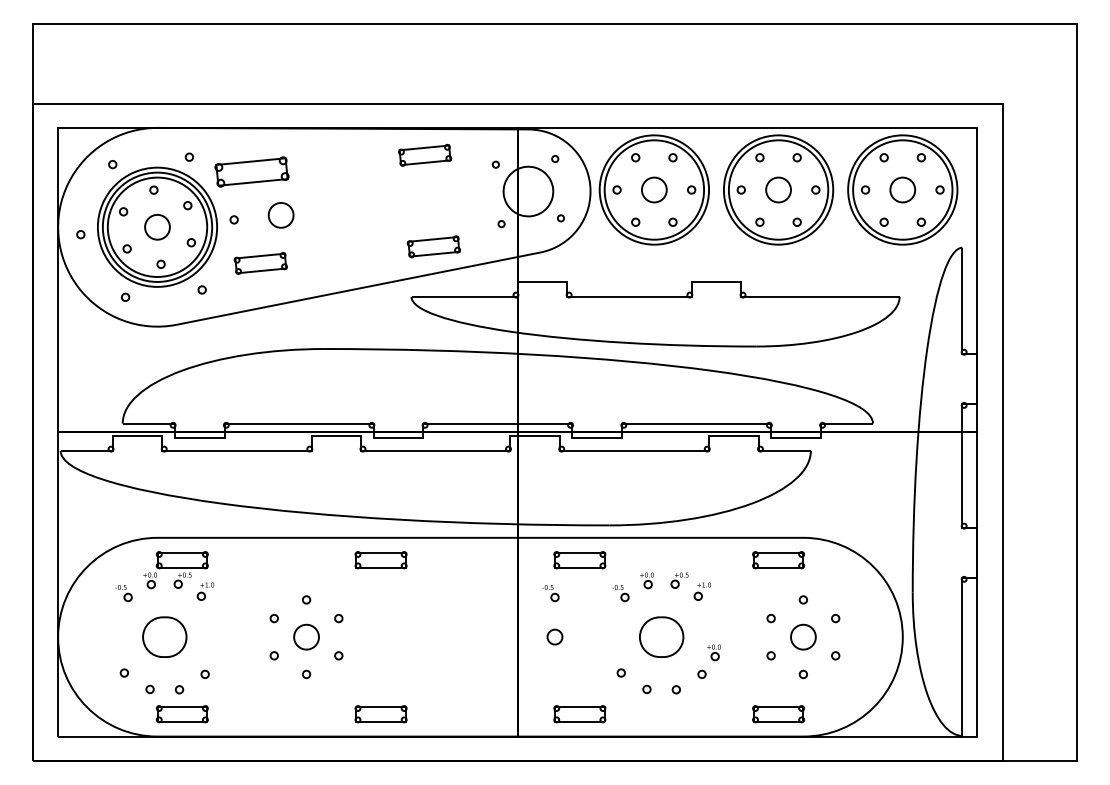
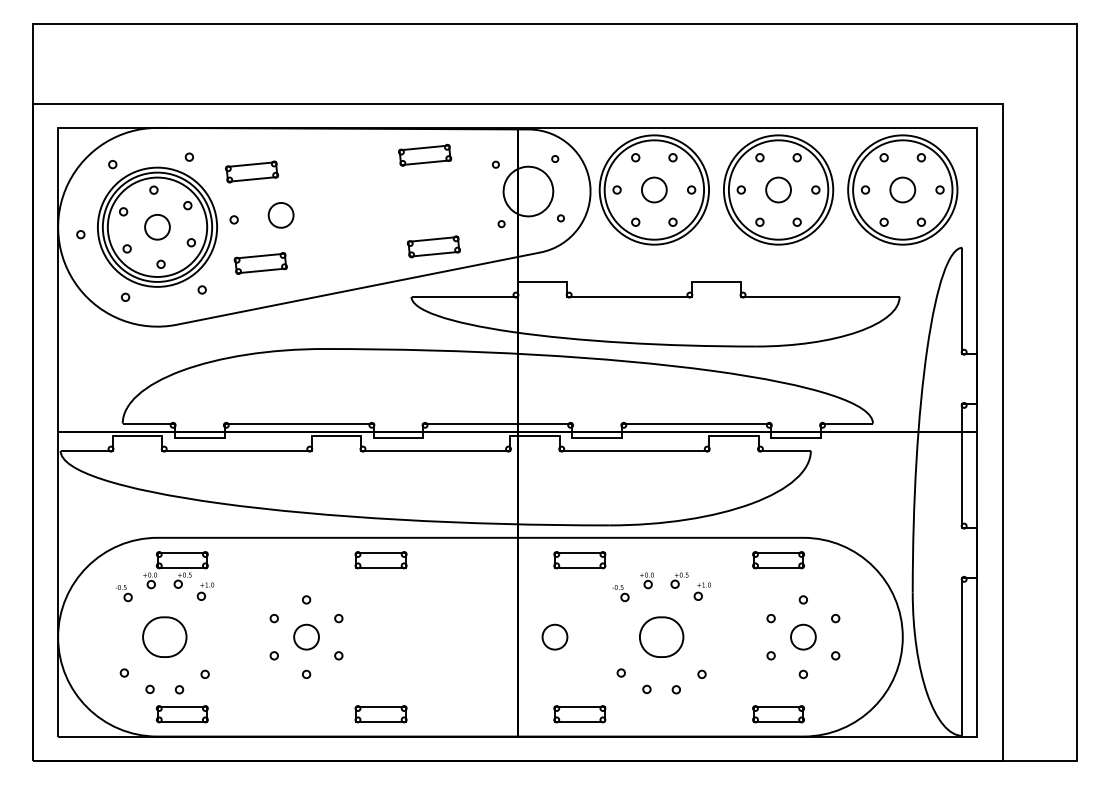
part at (251, 171) size: 76x32 px -> 54x24 px
part at (550, 593): present -> none
circle at (554, 636) size: 18x18 px -> 28x28 px
part at (713, 652): present -> none
